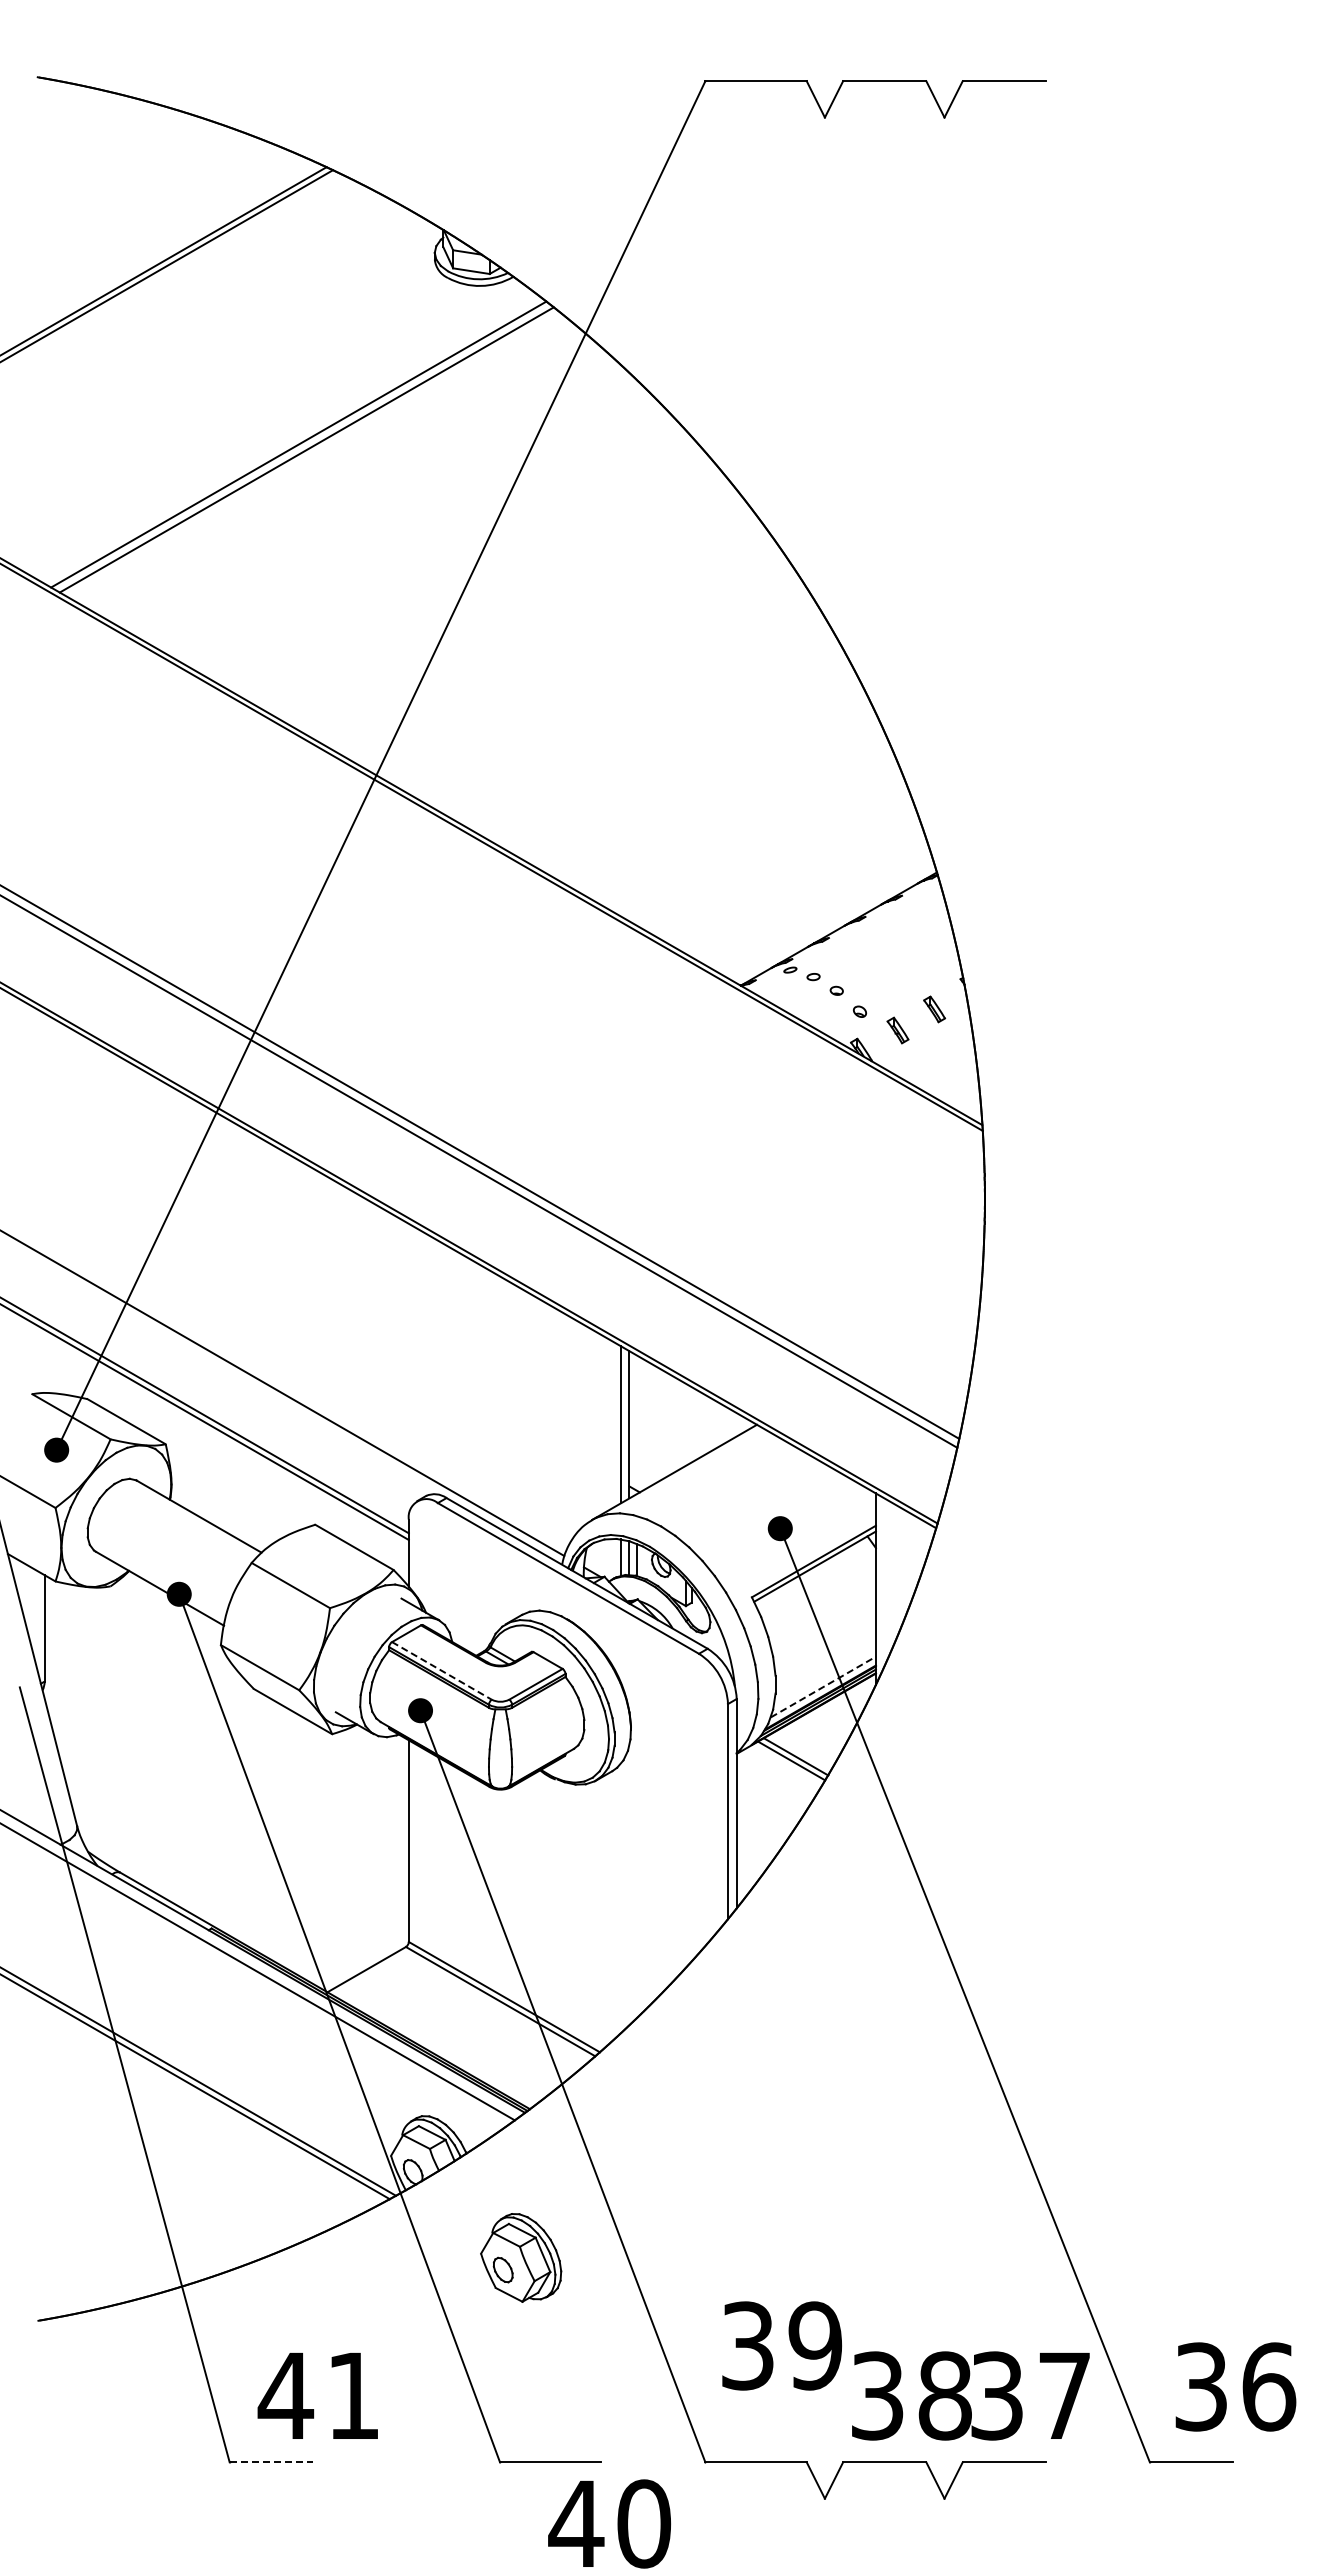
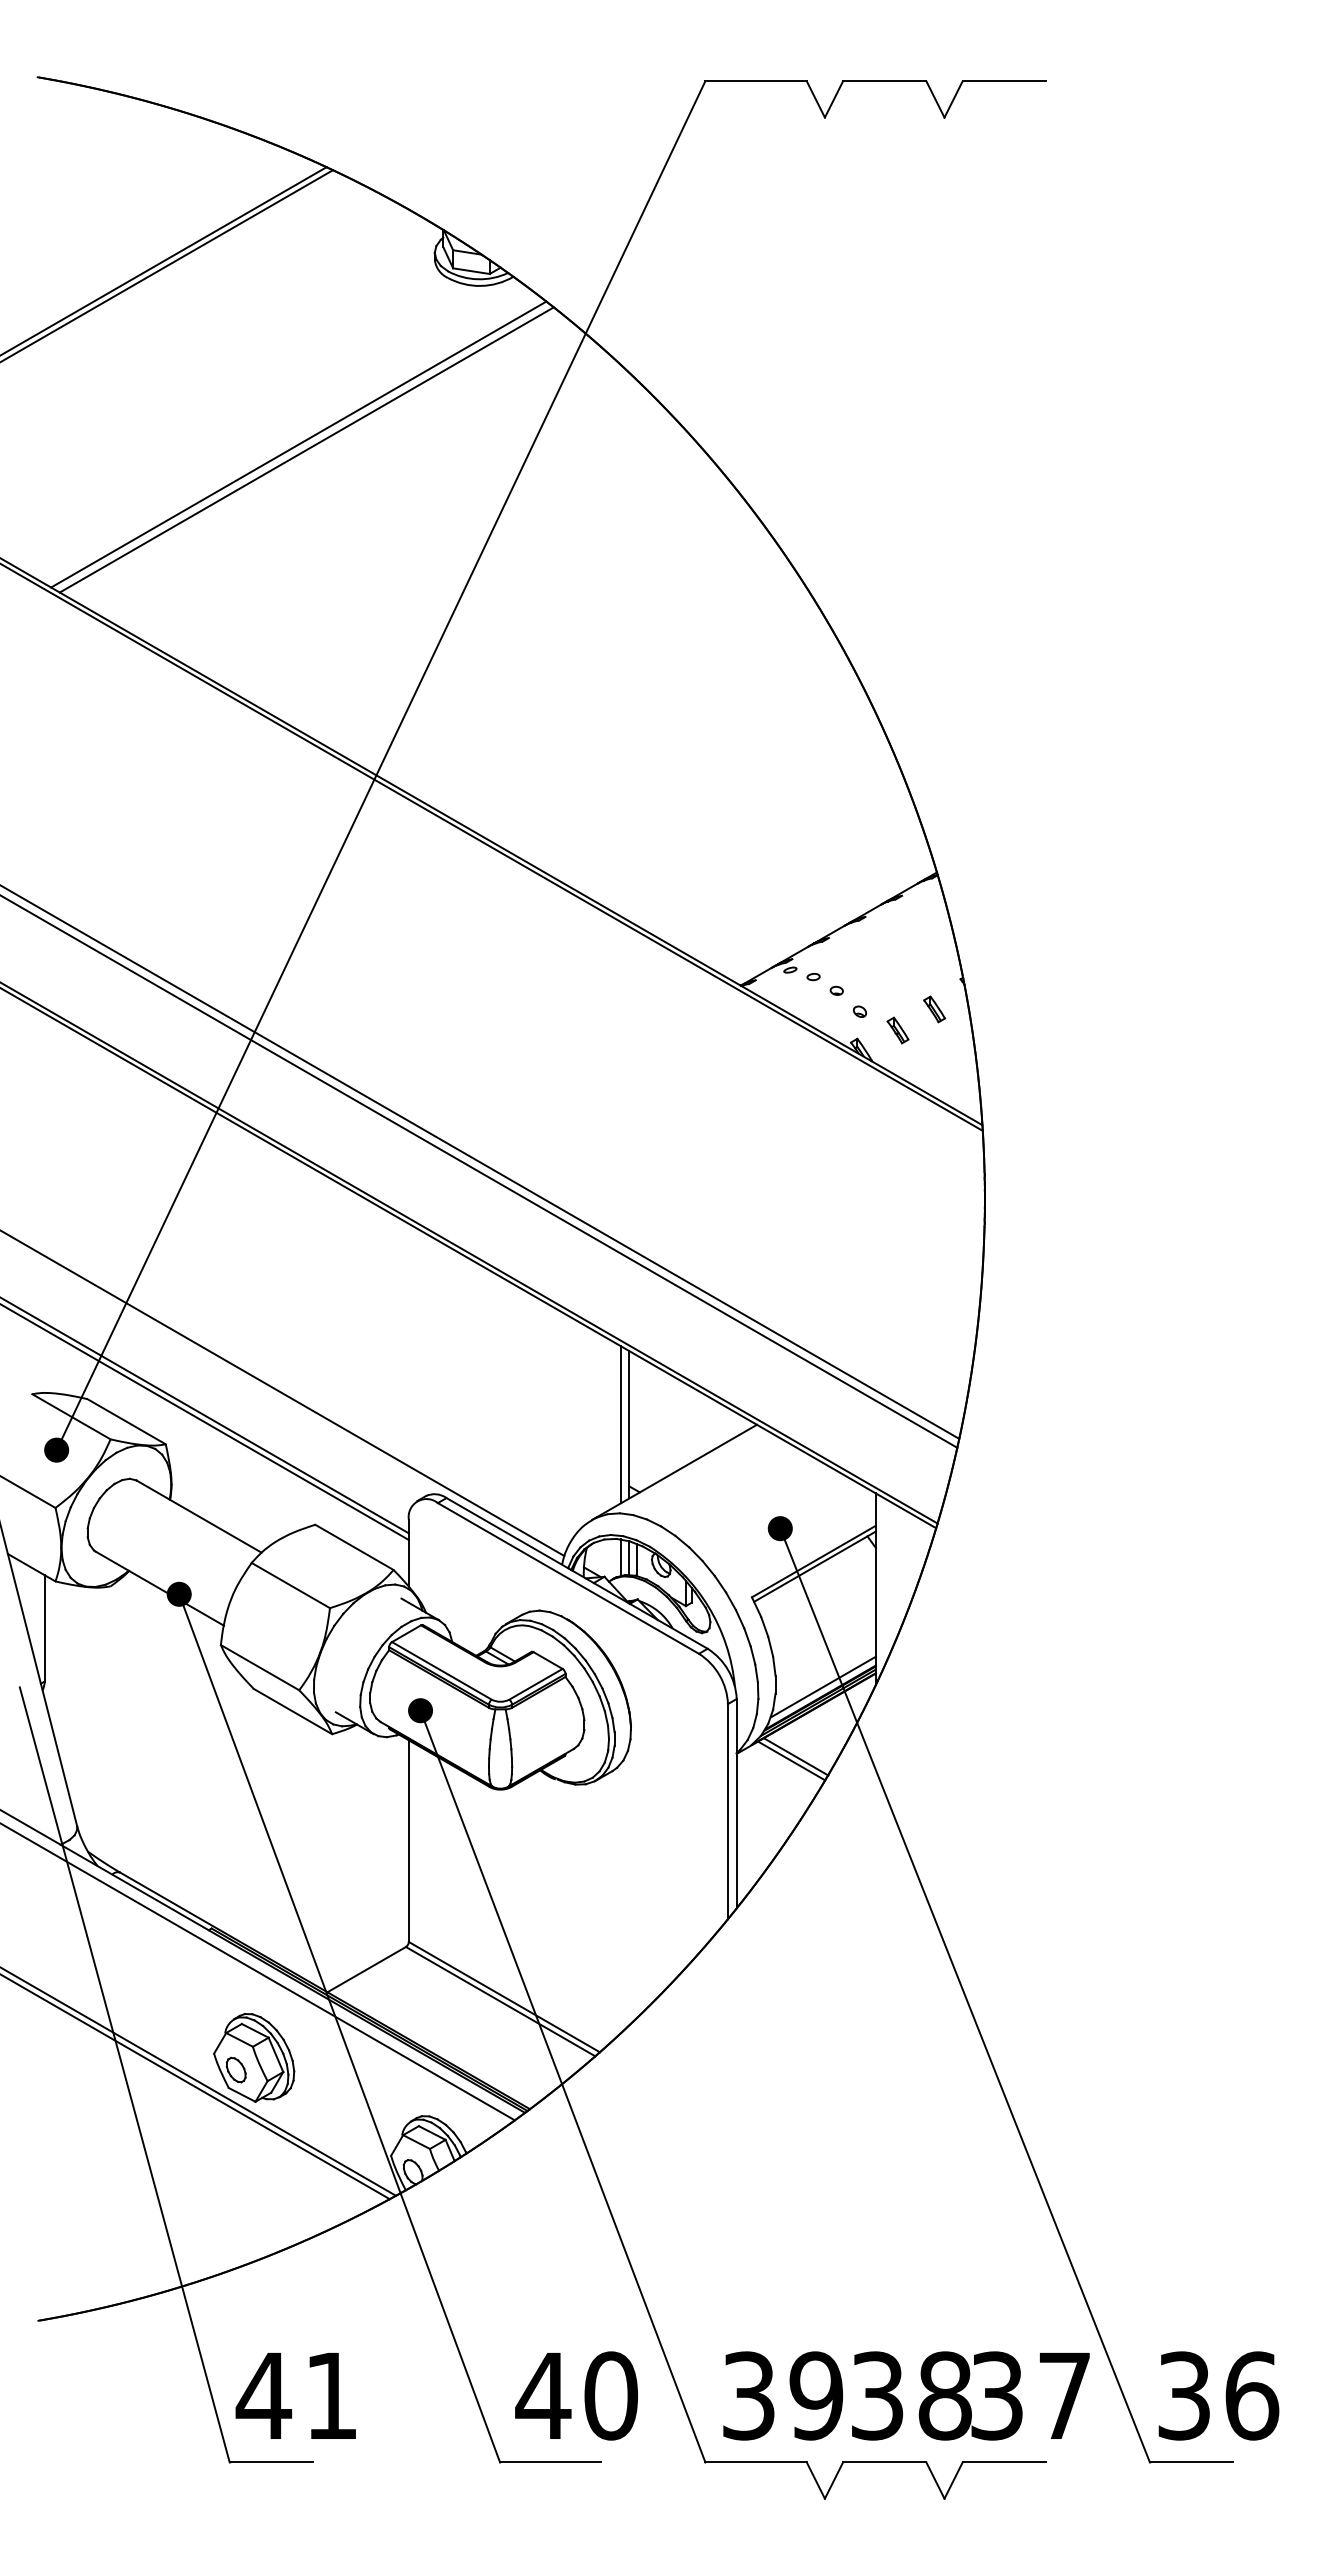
line at (441, 1670): dashed -> solid
line at (823, 1687): dashed -> solid
part at (521, 2257) position: (521, 2257) -> (254, 2057)
text at (781, 2345) position: (781, 2345) -> (782, 2395)
text at (1235, 2386) position: (1235, 2386) -> (1218, 2395)
text at (317, 2395) position: (317, 2395) -> (295, 2395)
line at (271, 2462): dashed -> solid
text at (609, 2523) position: (609, 2523) -> (576, 2395)
